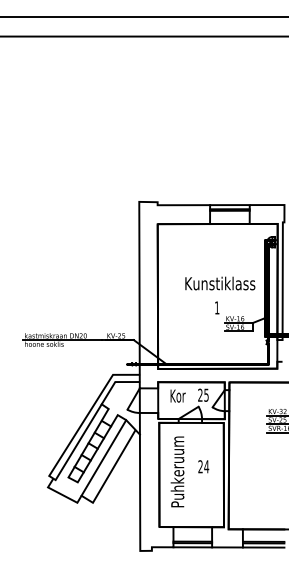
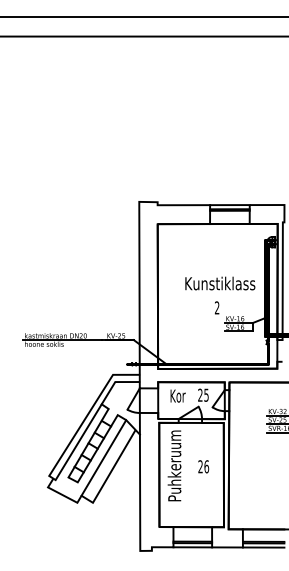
text at (216, 307): 1 -> 2
text at (206, 466): 24 -> 26
text at (177, 471) position: (177, 471) -> (174, 465)
